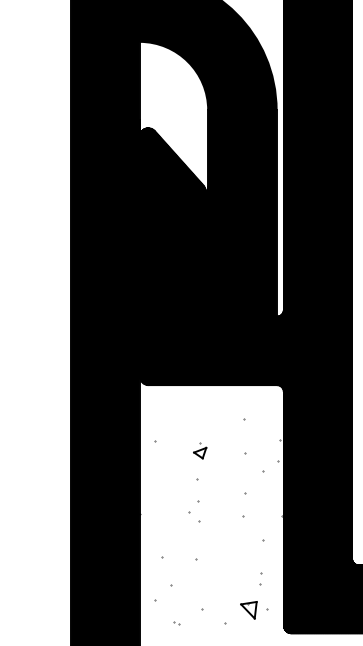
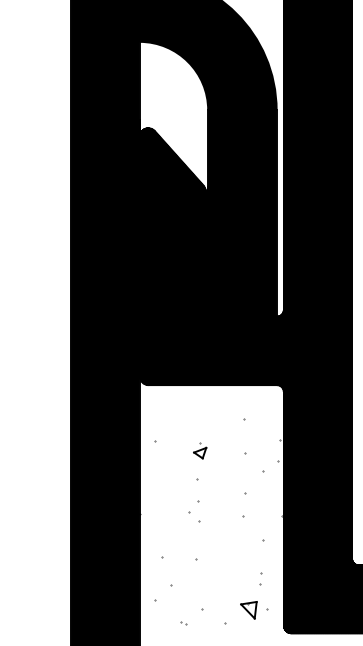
part at (176, 623) position: (176, 623) -> (183, 623)
